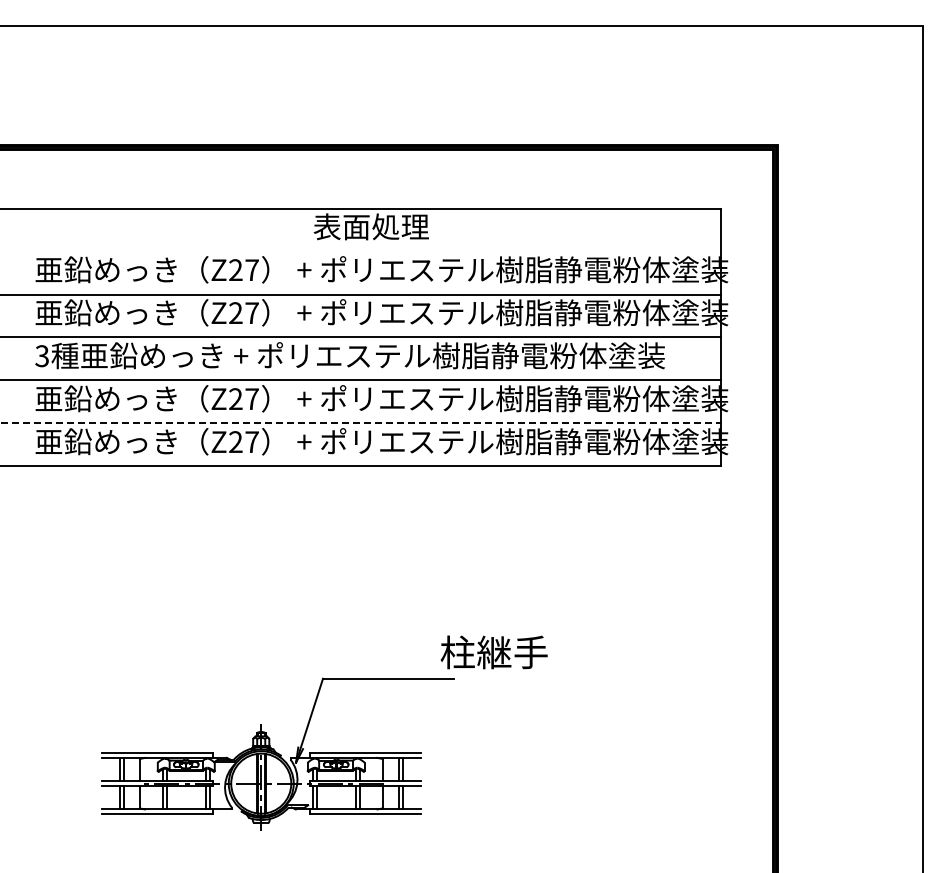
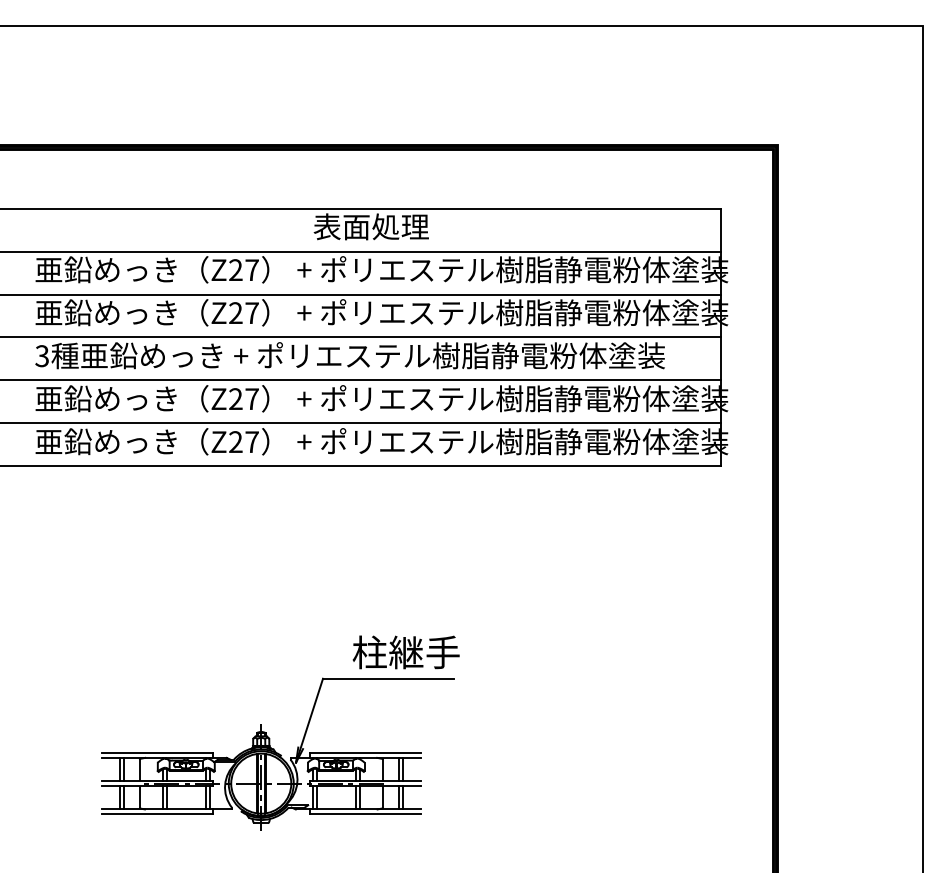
line at (361, 251): none -> present
line at (360, 423): dashed -> solid
text at (493, 652) position: (493, 652) -> (405, 652)
